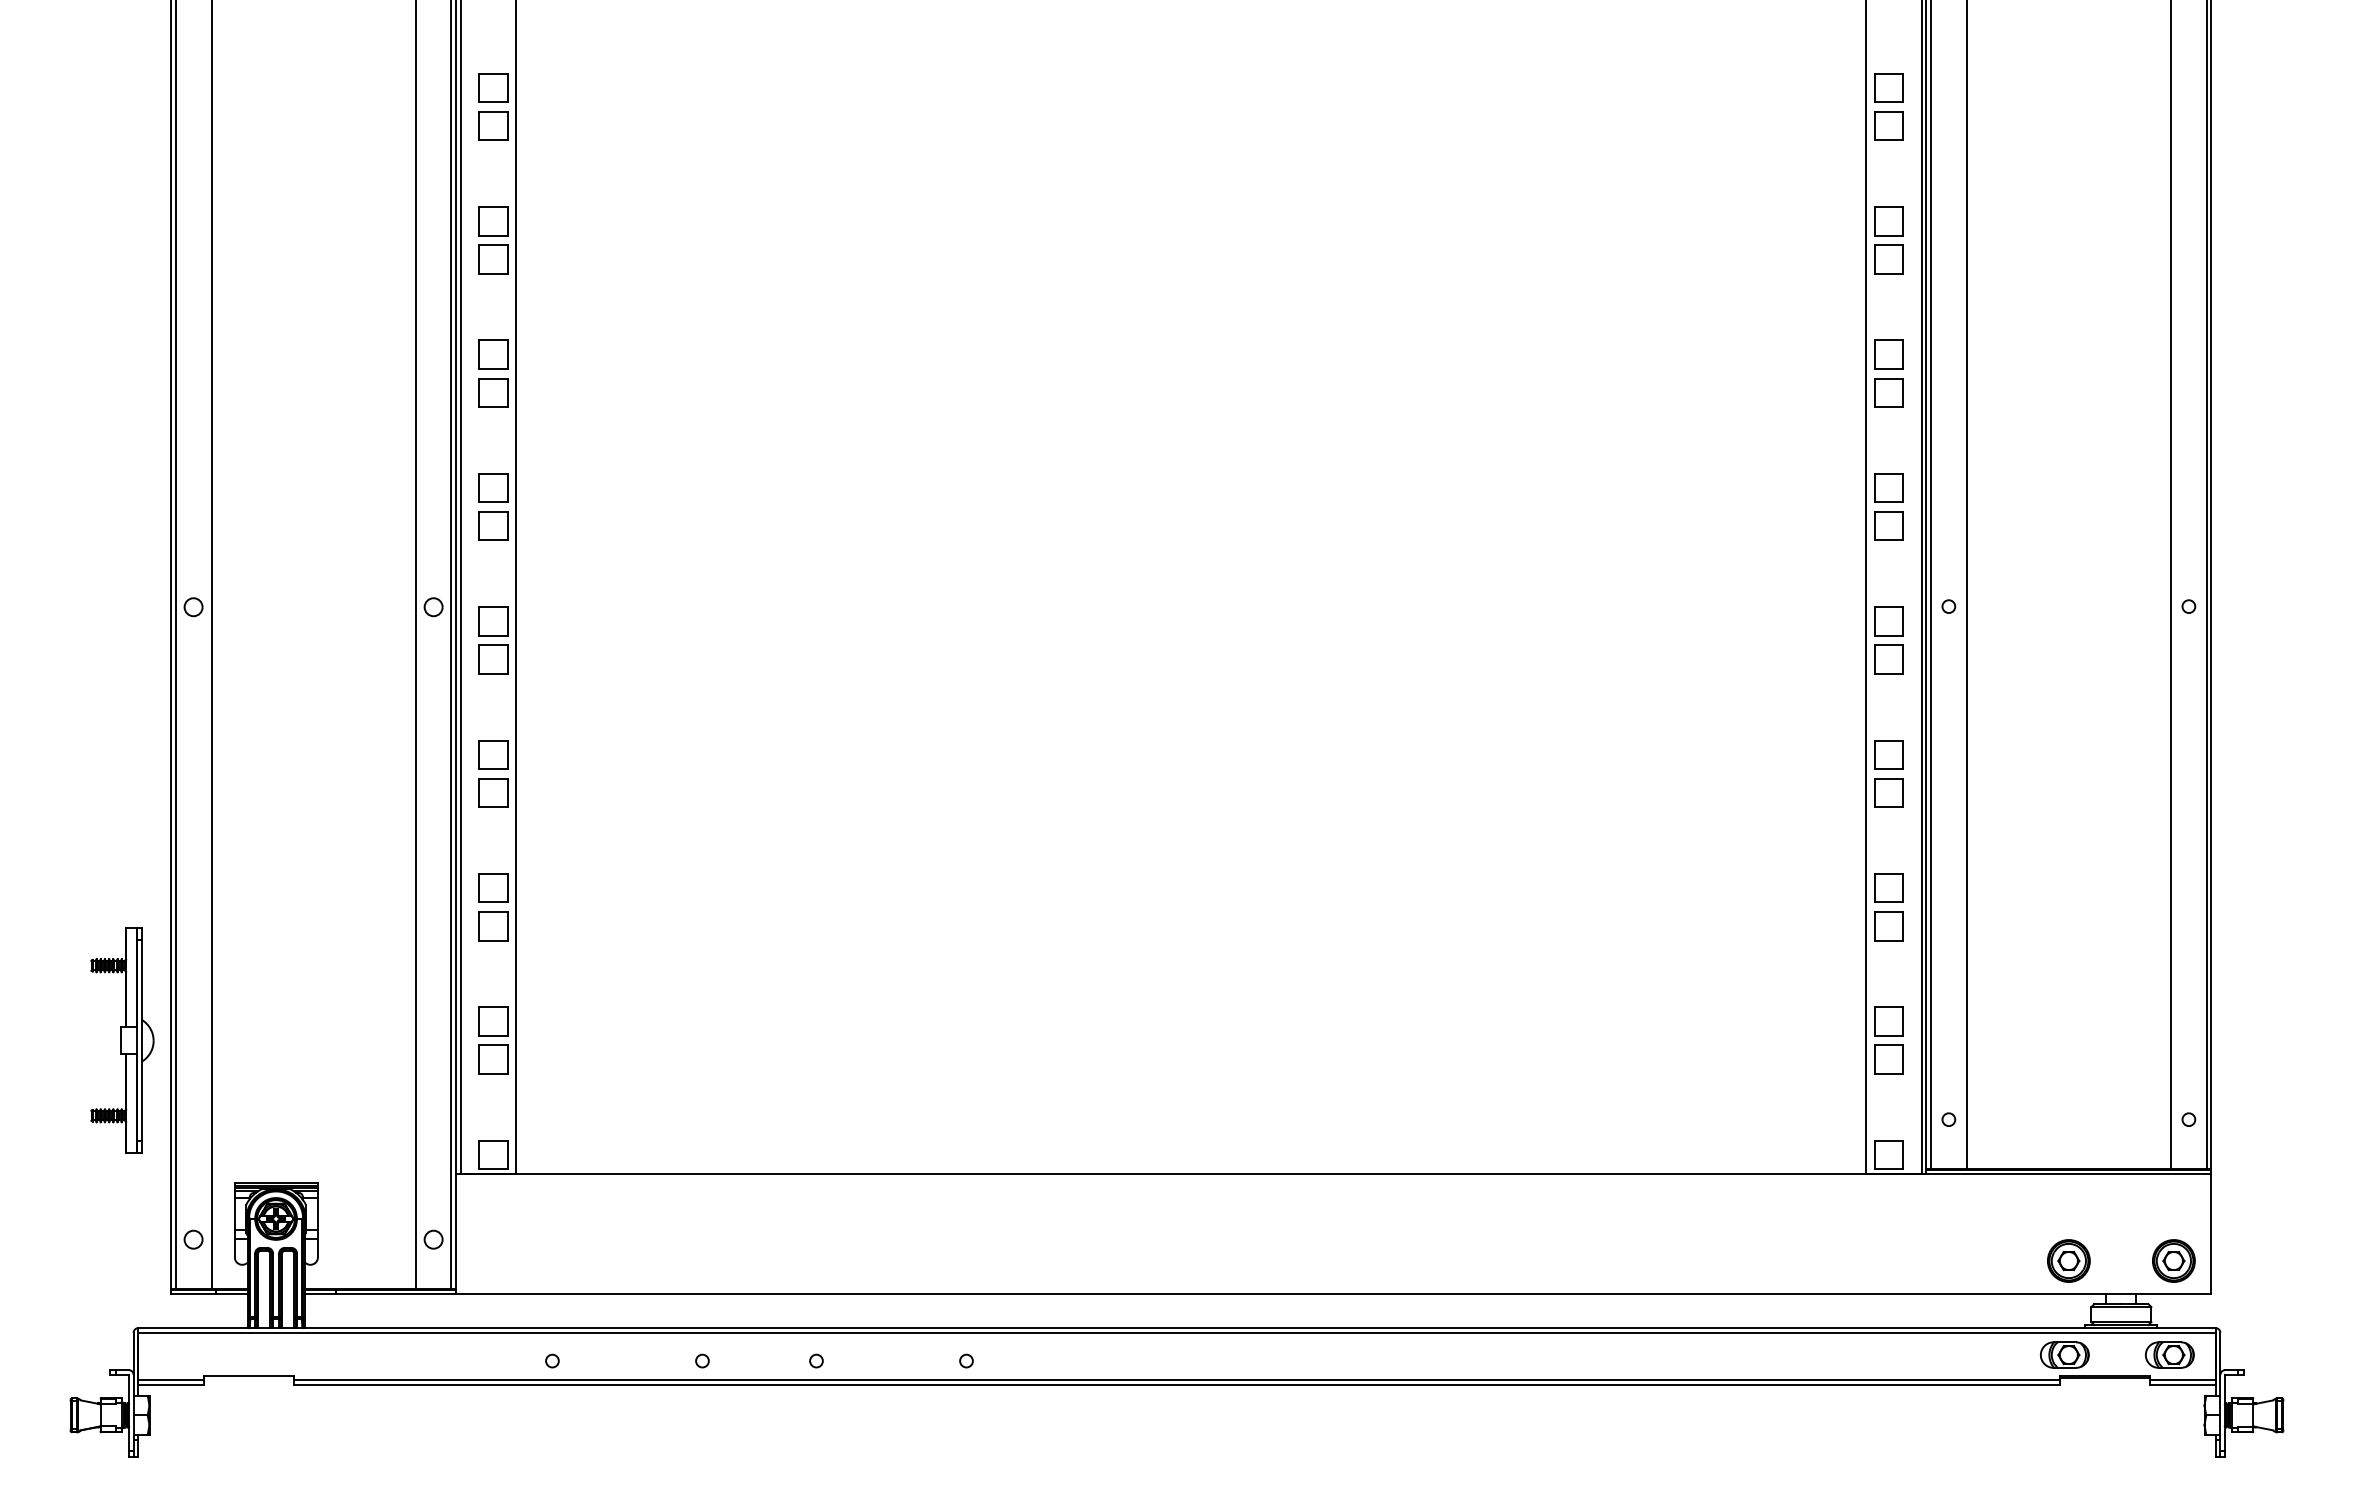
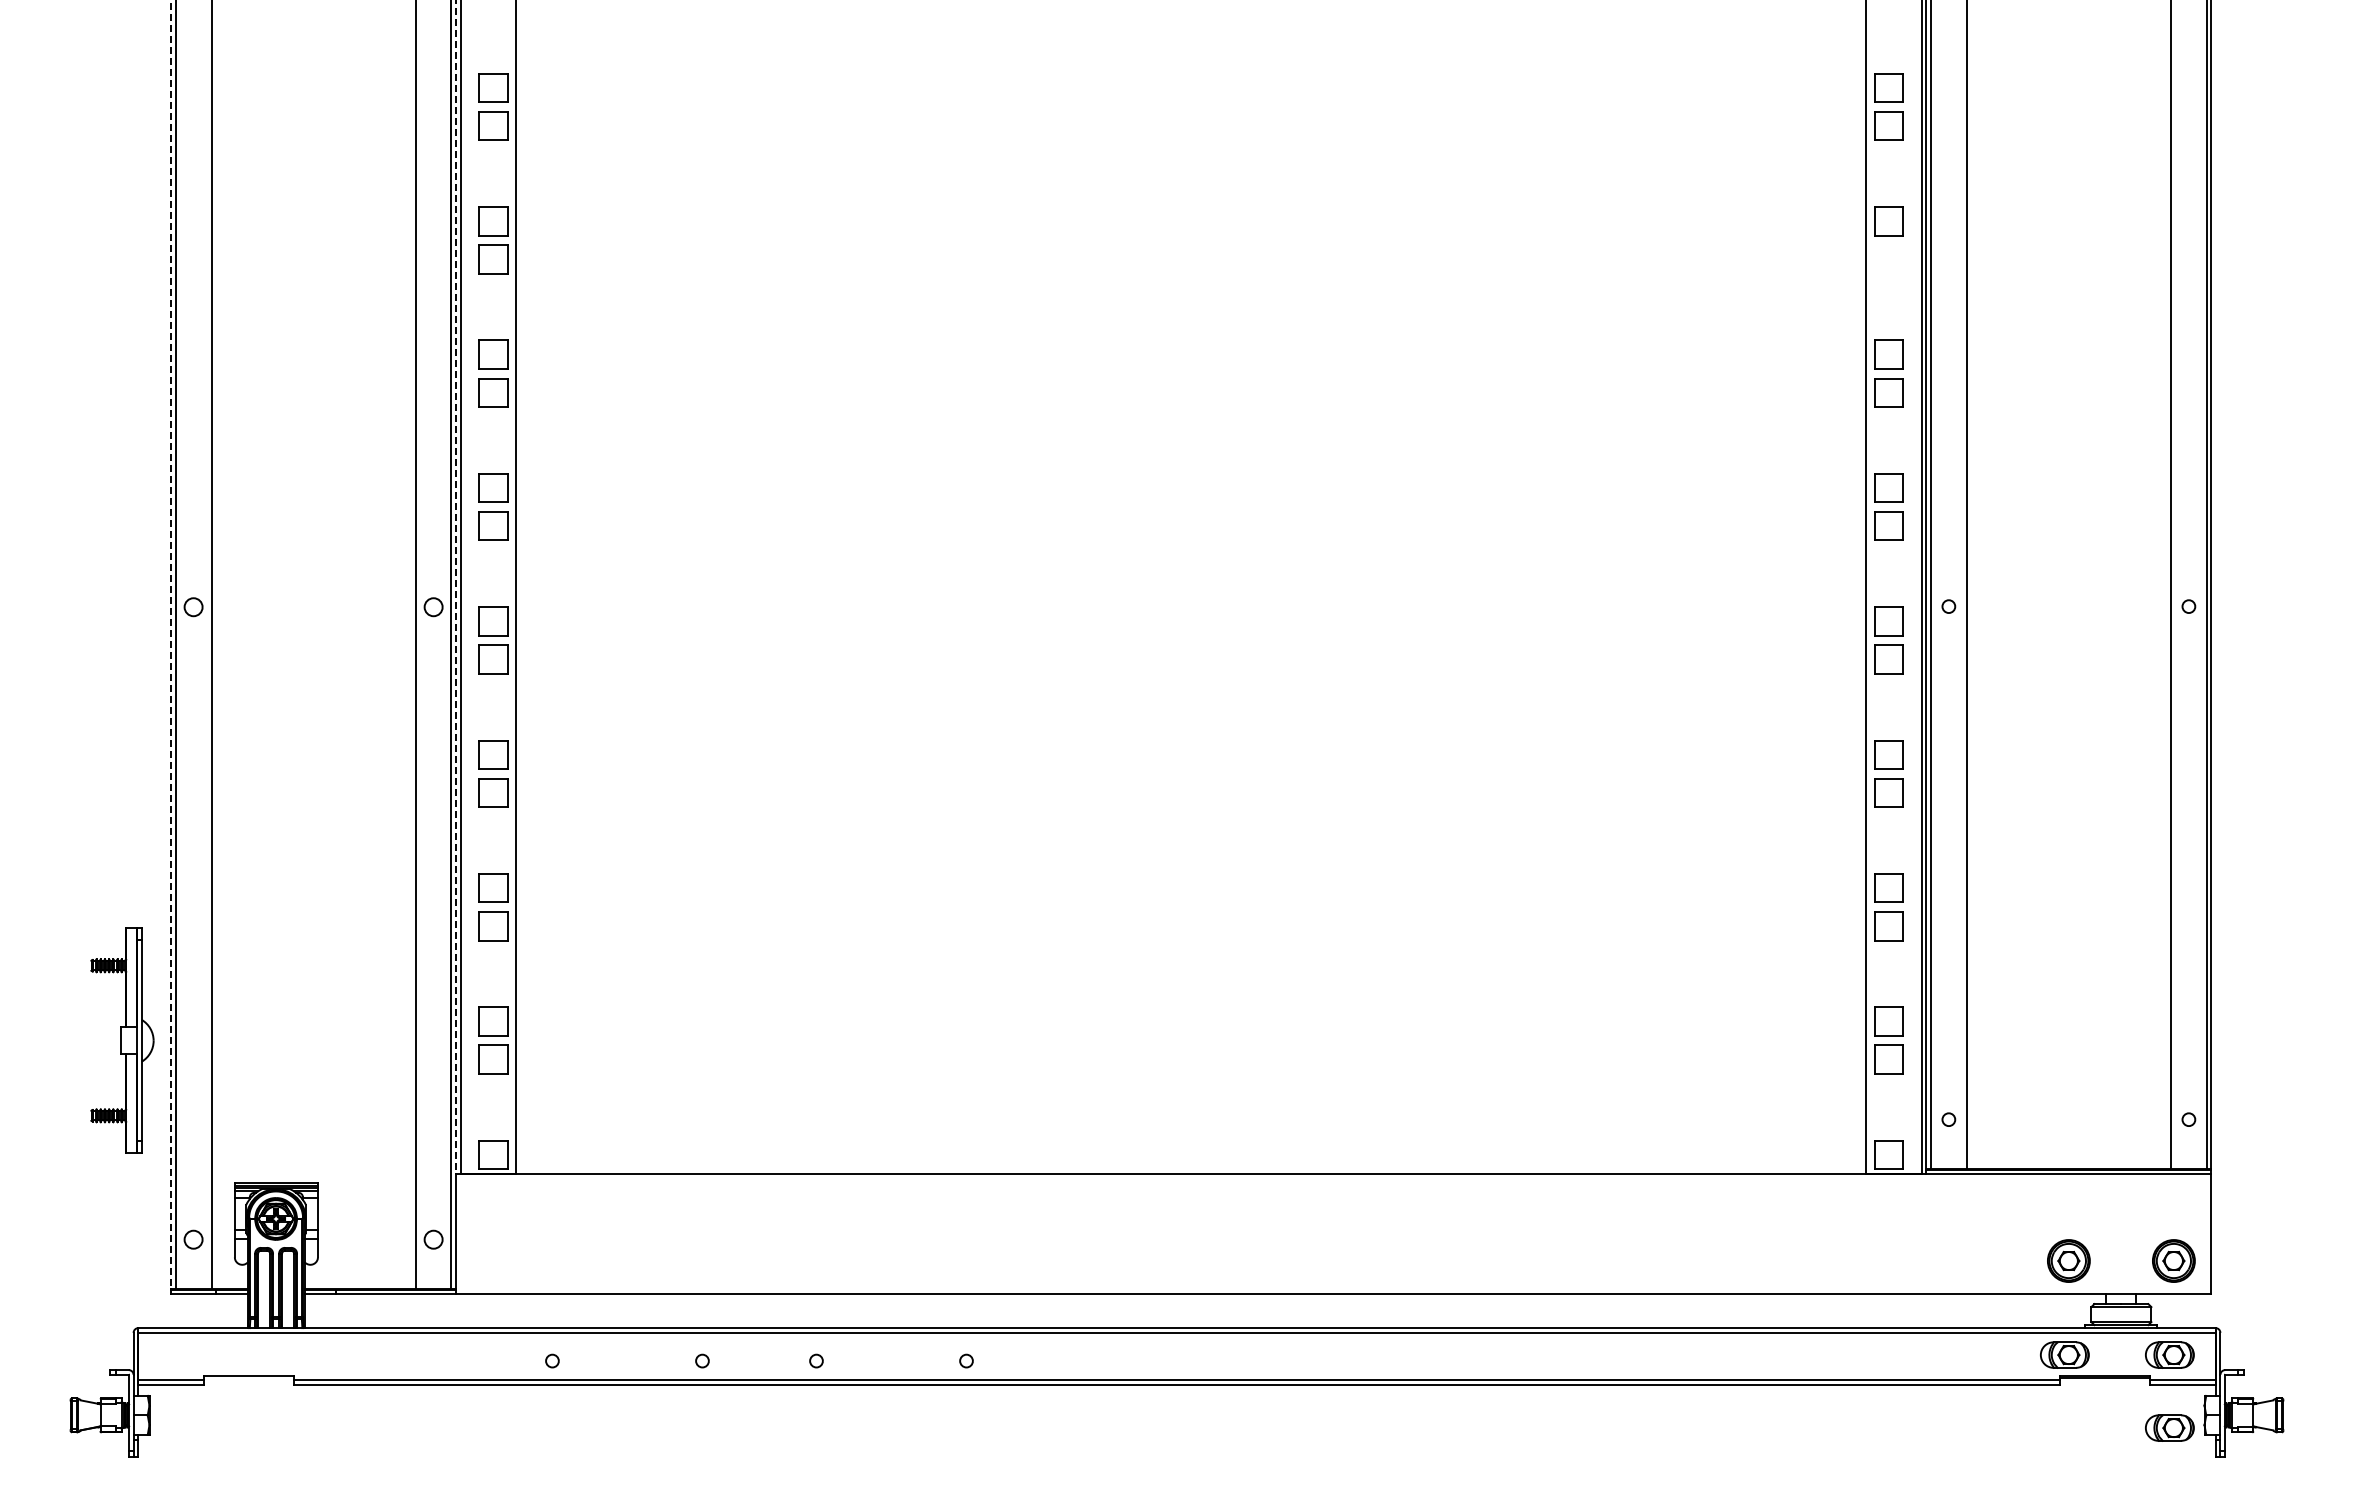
part at (1888, 259): present -> none
line at (456, 587): solid -> dashed
line at (171, 645): solid -> dashed
part at (2169, 1427): none -> present
